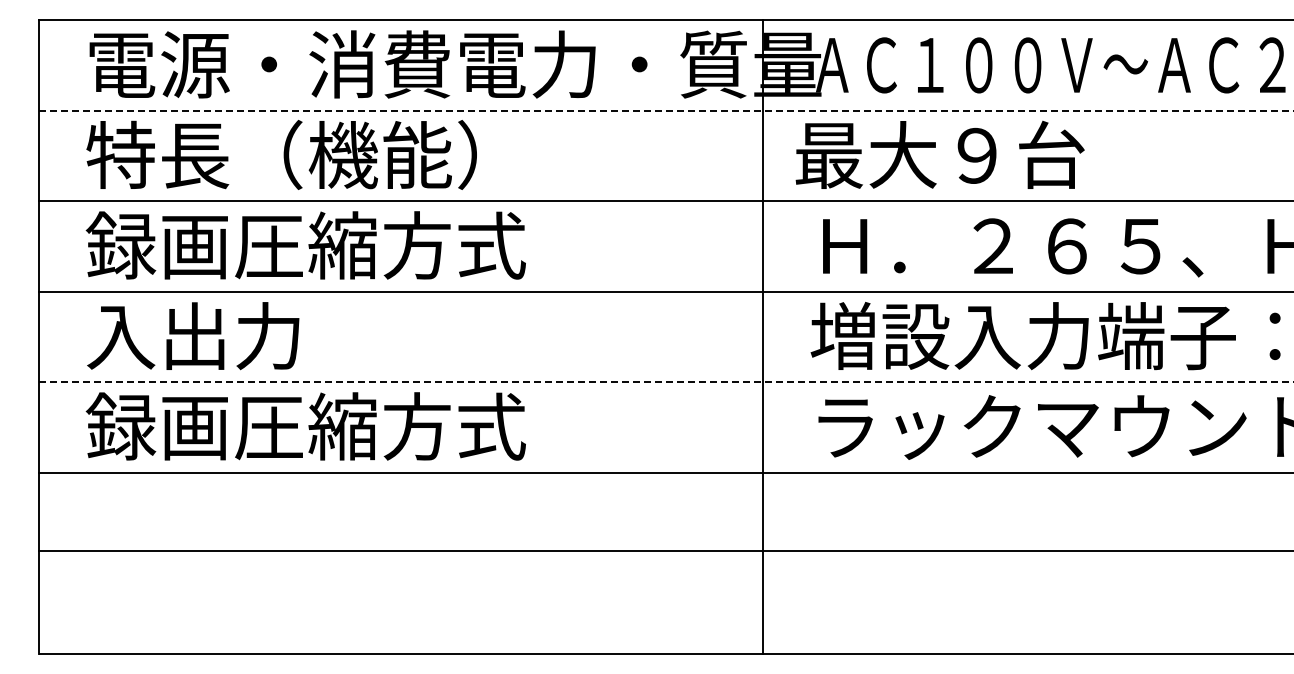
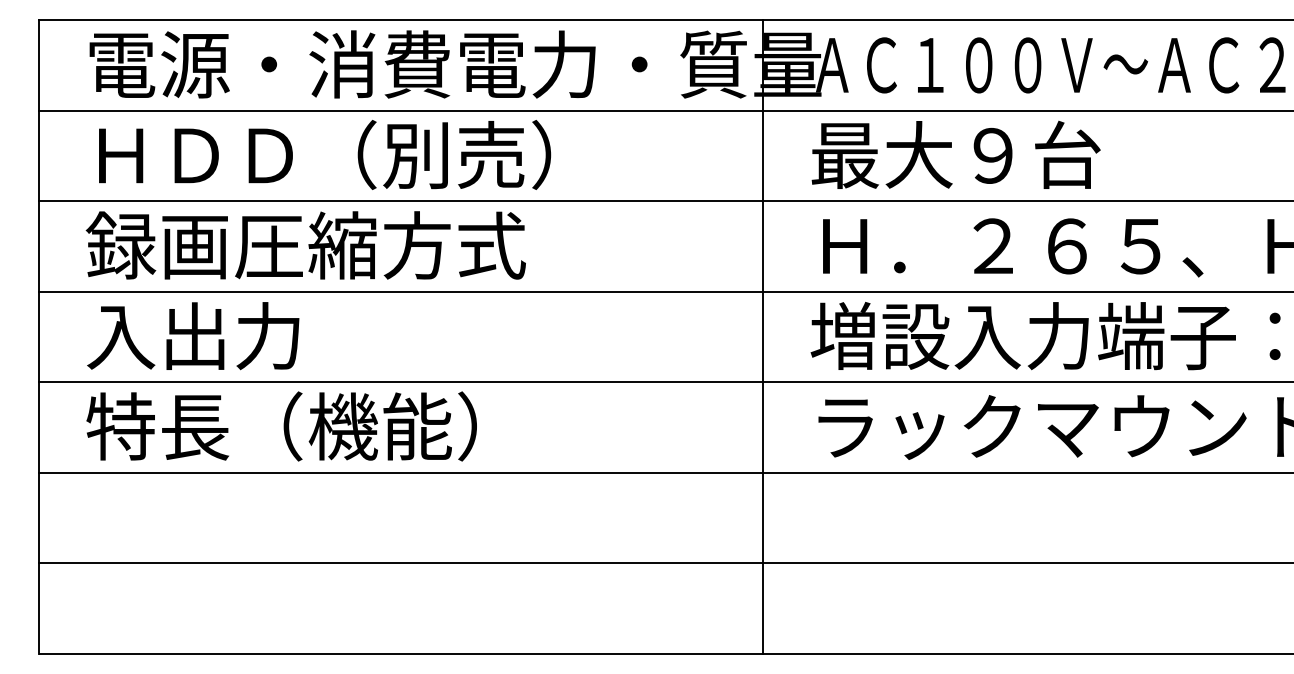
line at (666, 110): dashed -> solid
text at (318, 154): 特長（機能） -> ＨＤＤ（別売）
text at (939, 154) position: (939, 154) -> (955, 154)
line at (665, 382): dashed -> solid
text at (305, 426): 録画圧縮方式 -> 特長（機能）
line at (664, 551) position: (664, 551) -> (664, 563)
